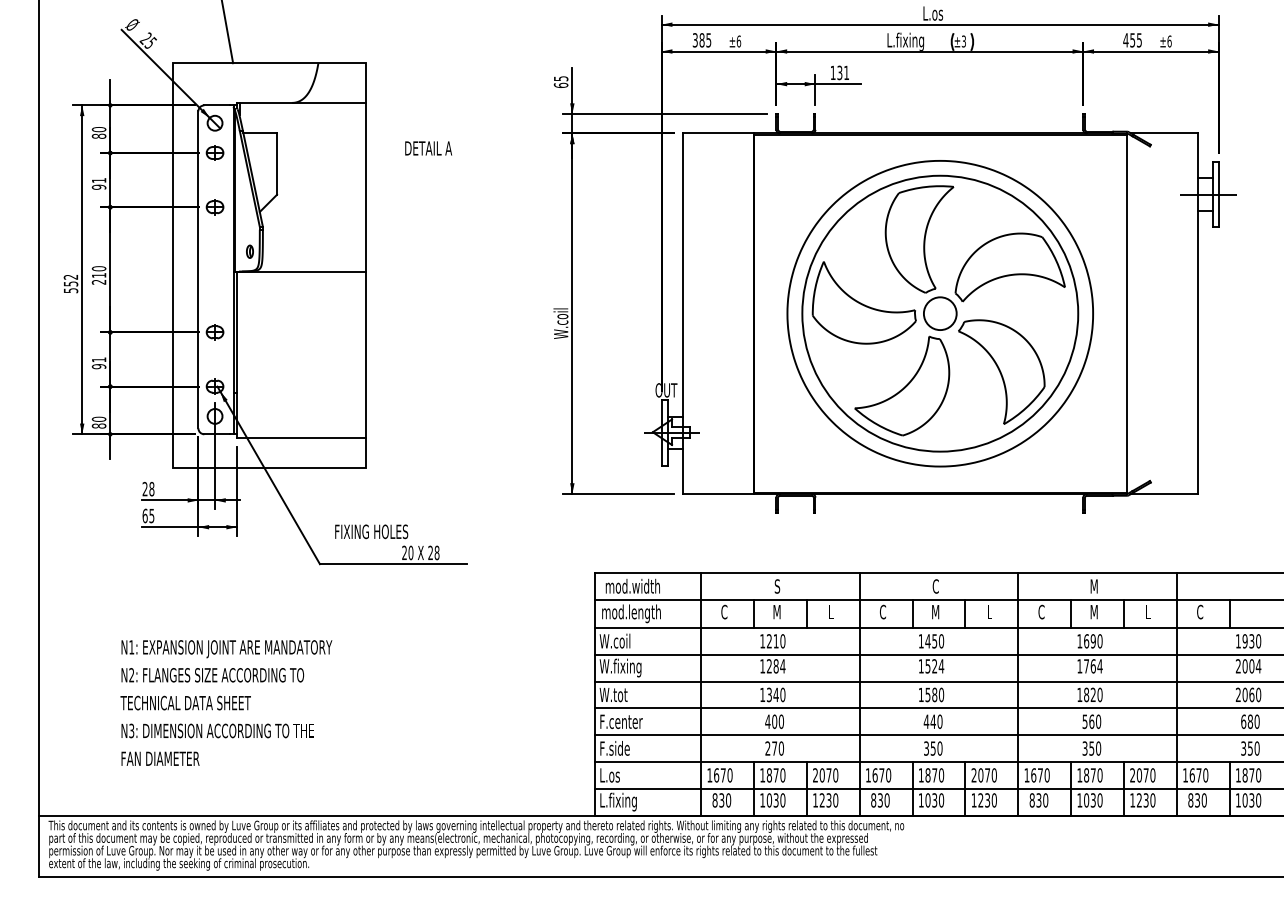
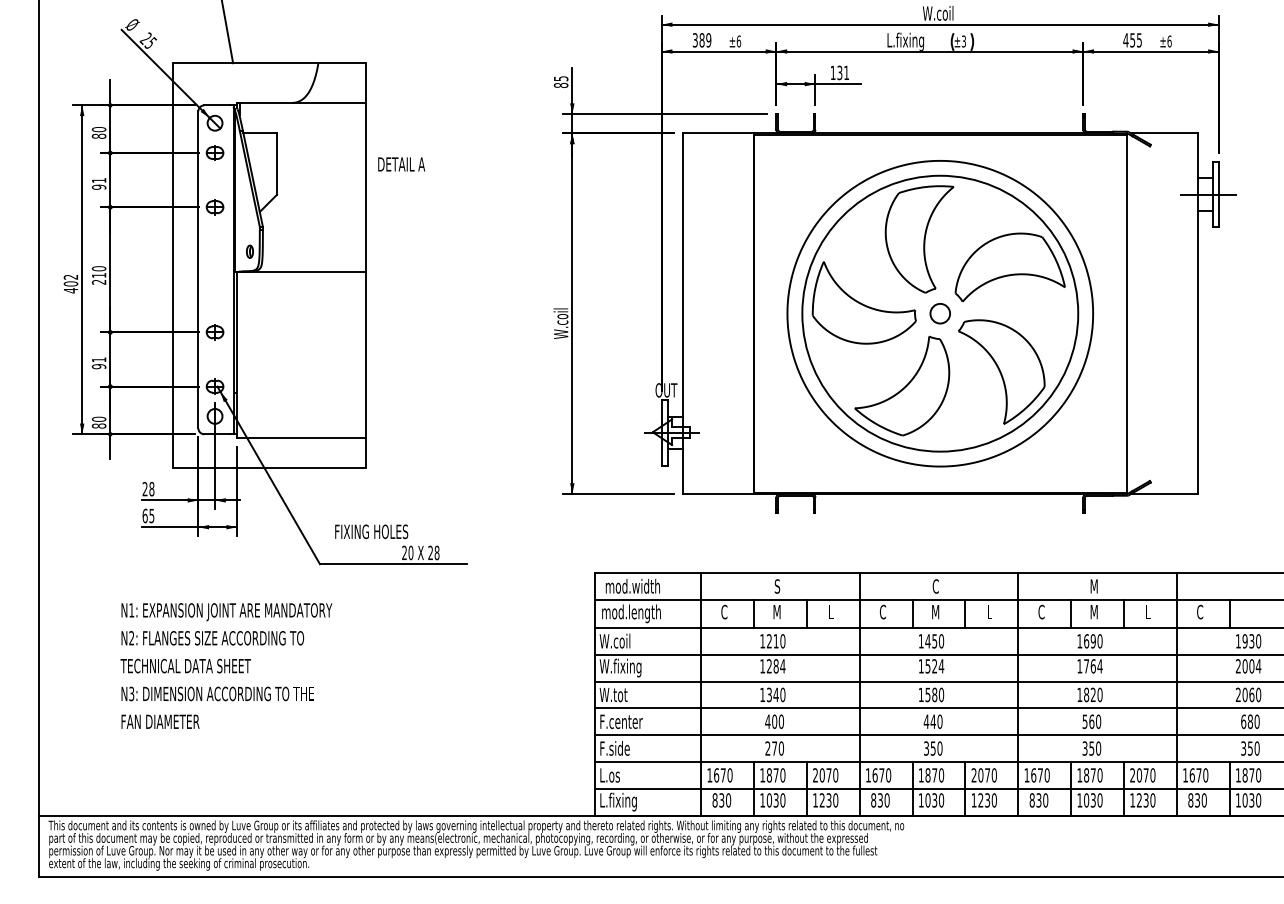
text at (937, 13): L.os -> W.coil
text at (708, 40): 385 -> 389
text at (560, 85): 65 -> 85
text at (428, 148) position: (428, 148) -> (401, 164)
text at (70, 287): 552 -> 402
circle at (939, 313) diameter: 33 px -> 20 px
text at (226, 702) position: (226, 702) -> (226, 665)
